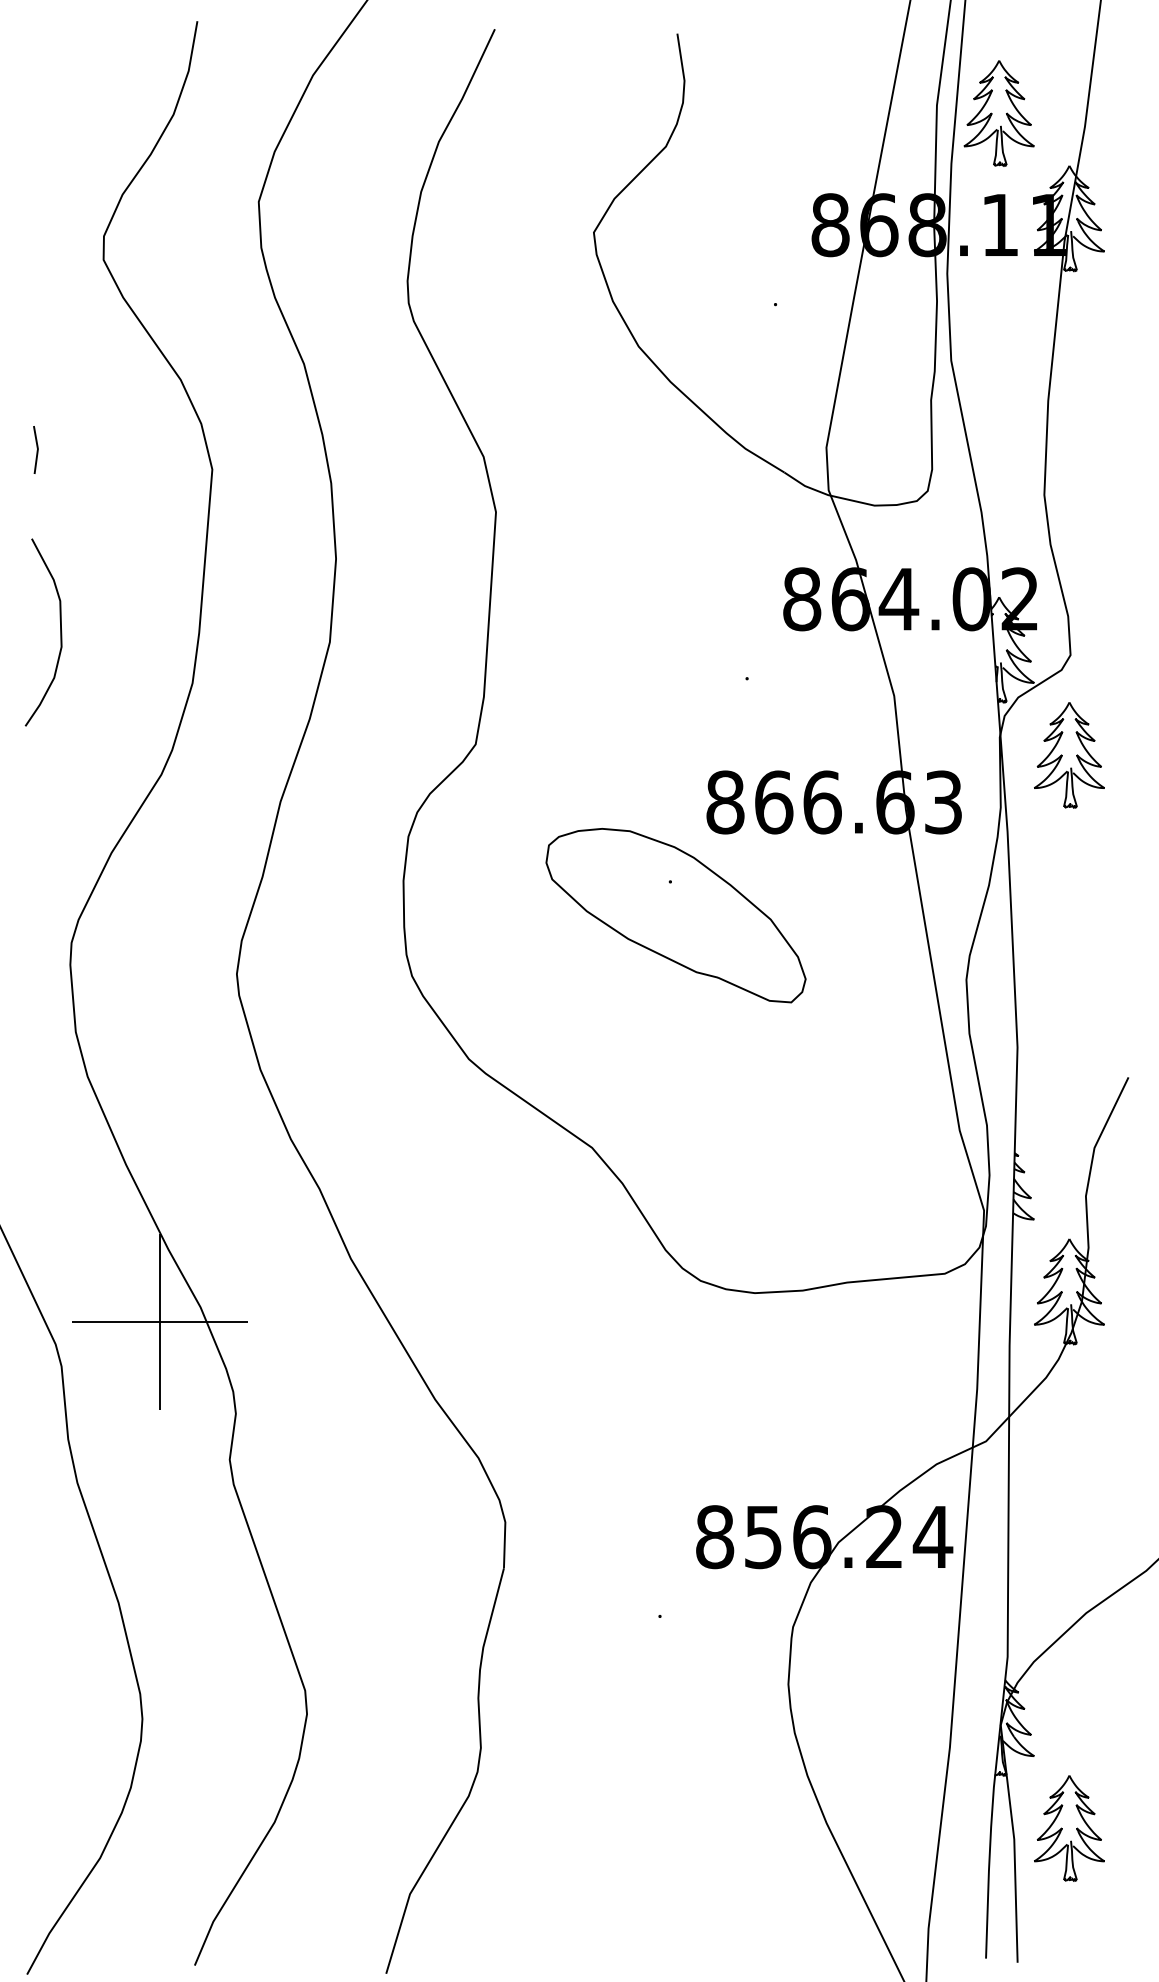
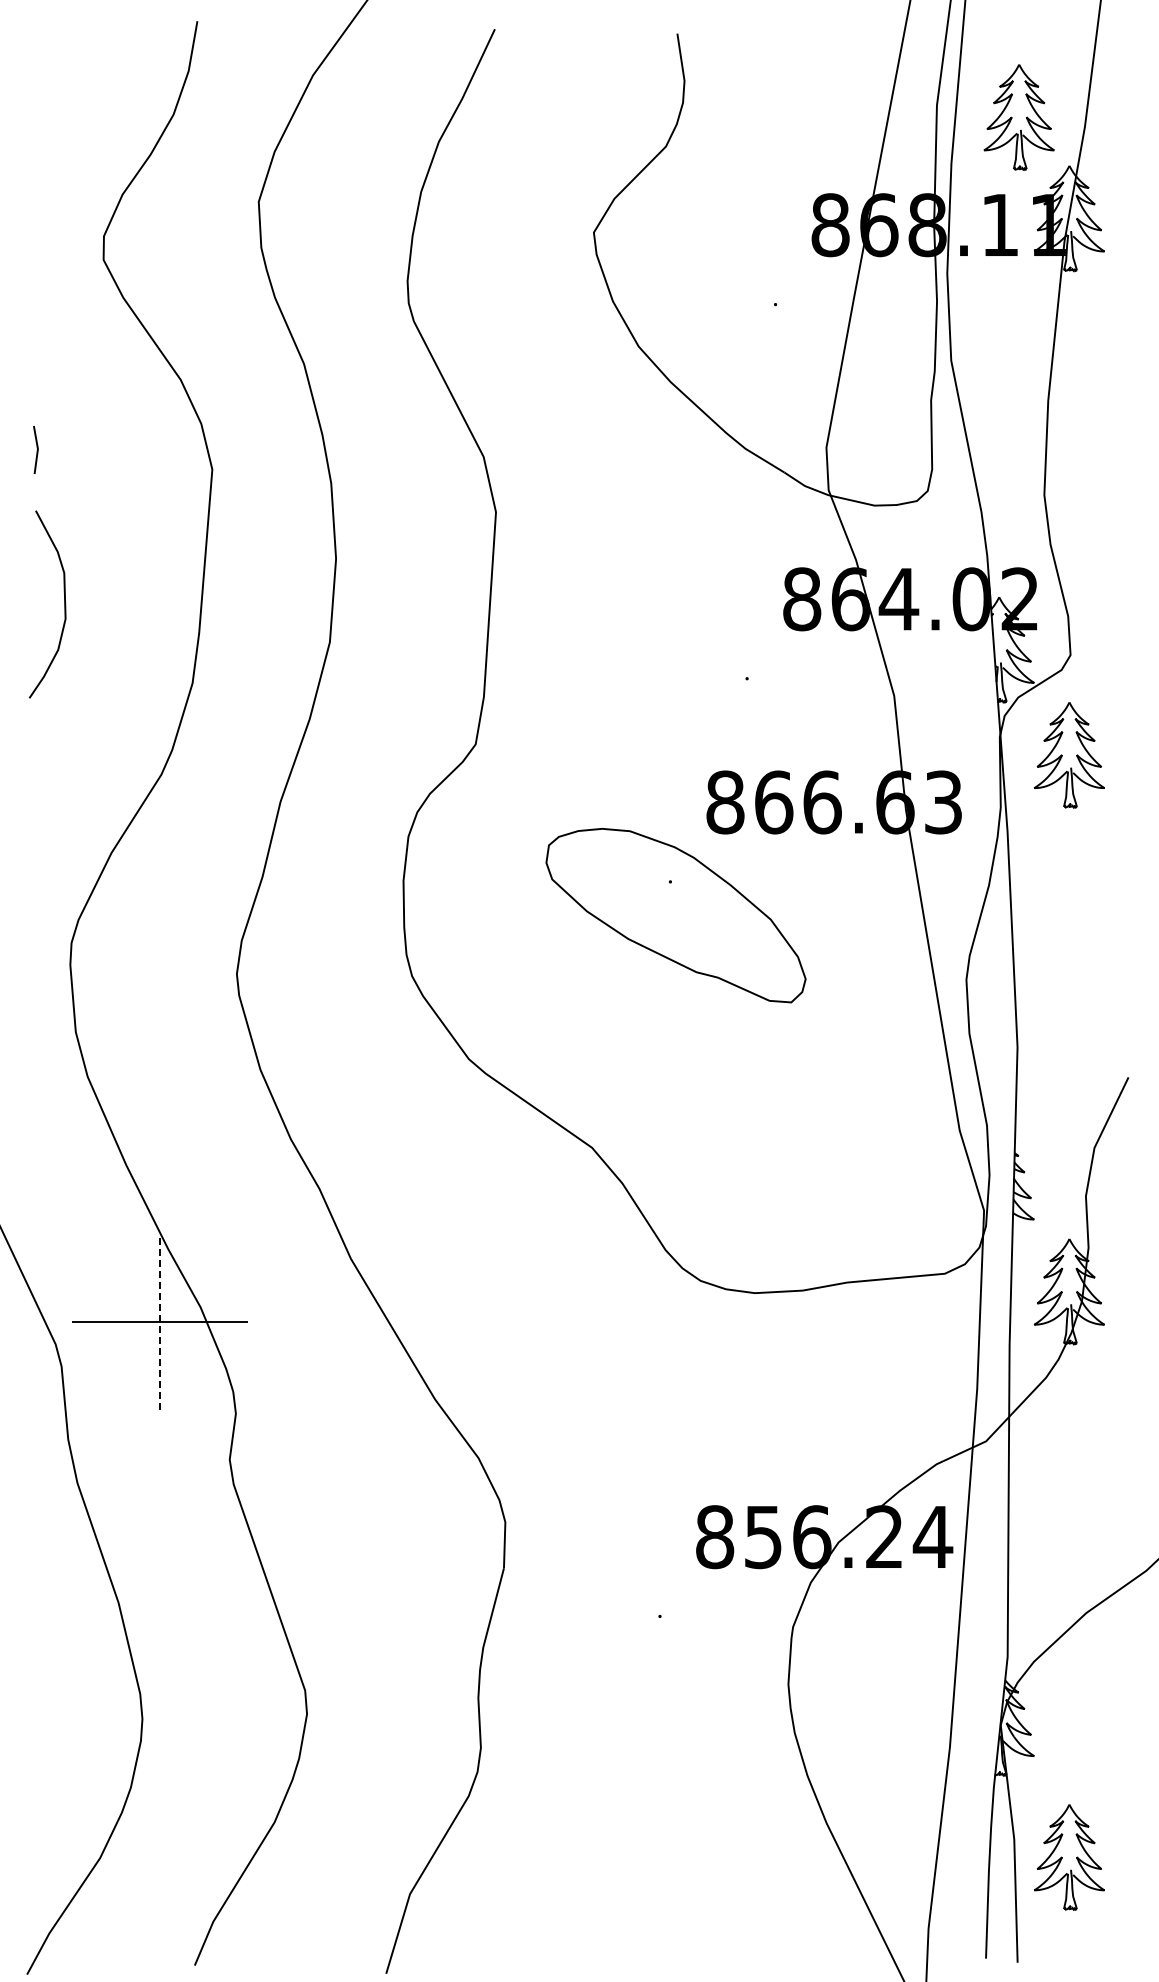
part at (998, 113) position: (998, 113) -> (1018, 117)
curve at (60, 632) position: (60, 632) -> (64, 604)
line at (159, 1321): solid -> dashed
part at (1069, 1828) position: (1069, 1828) -> (1069, 1857)
